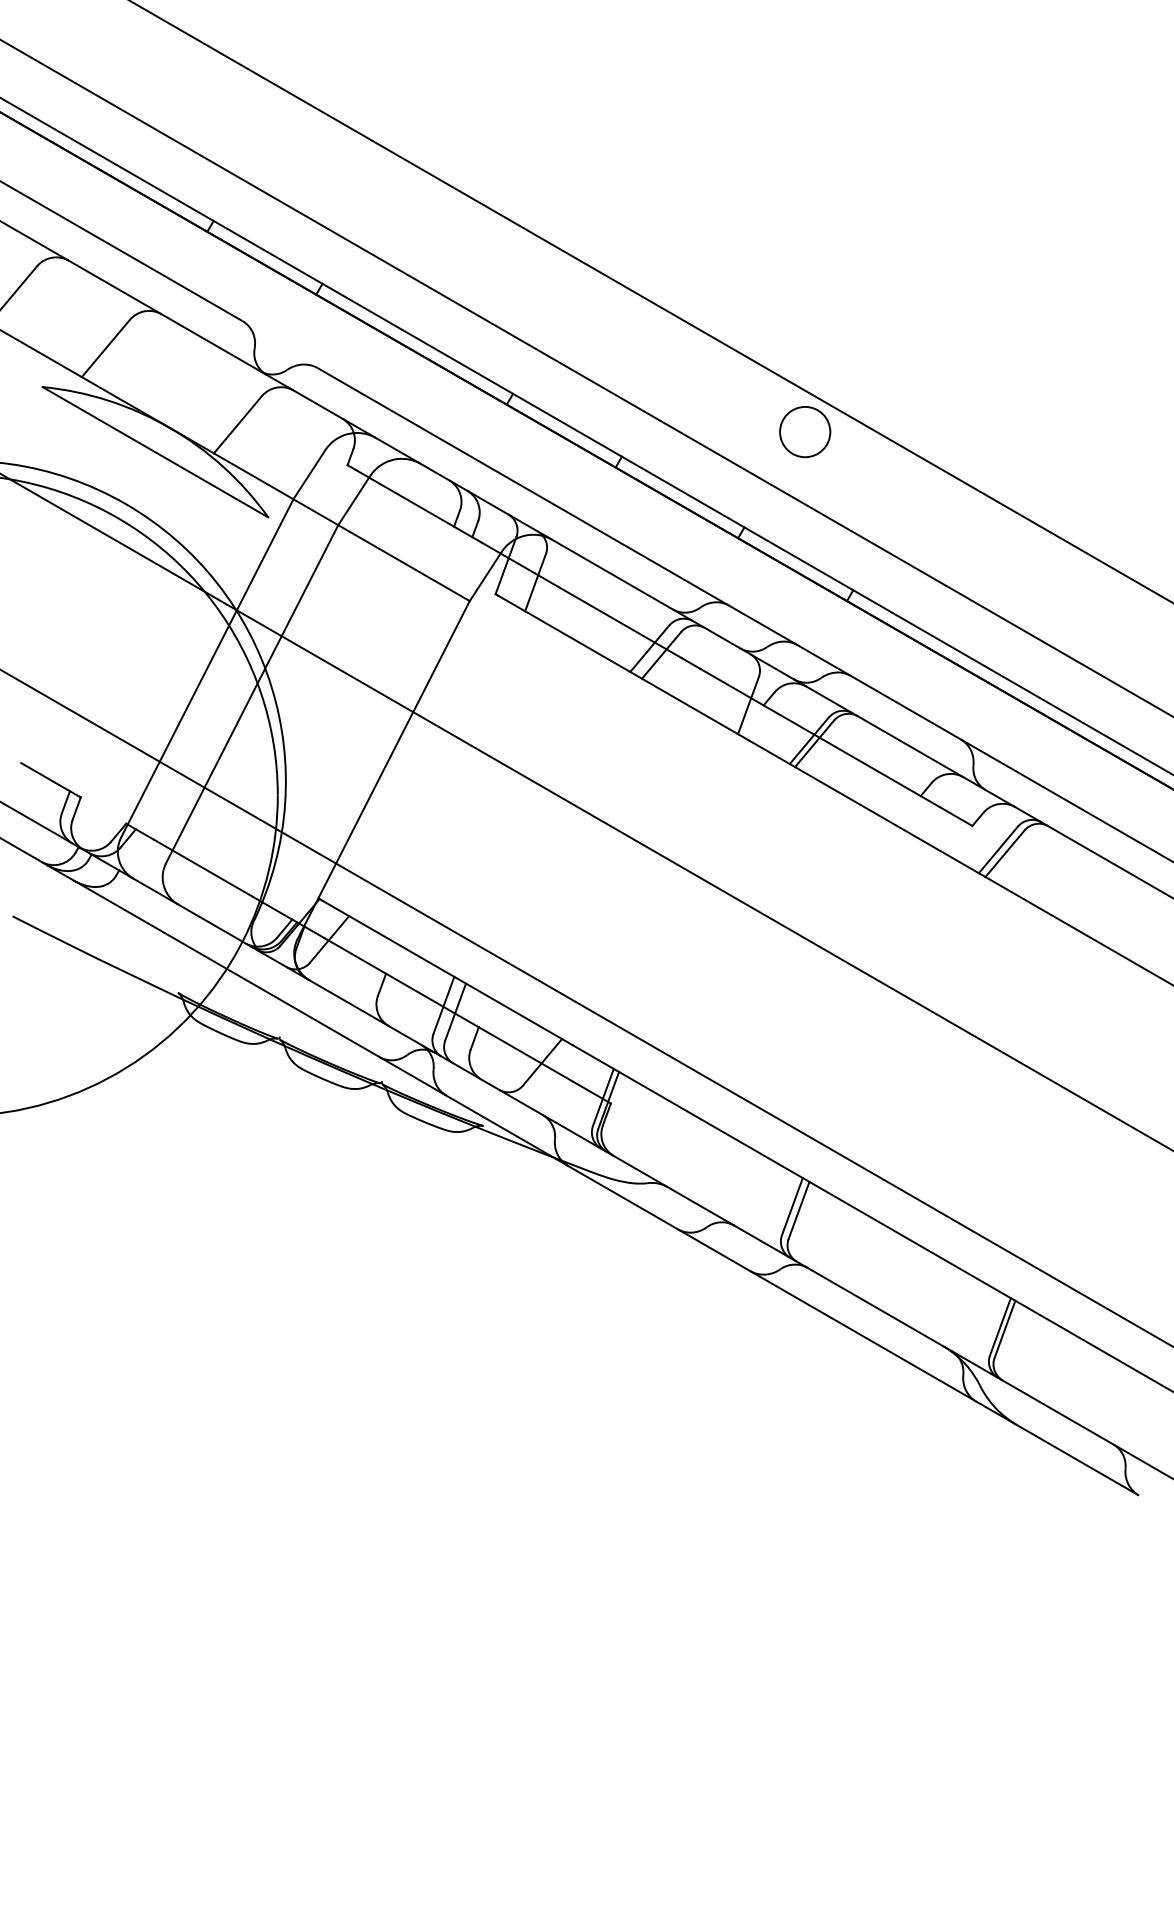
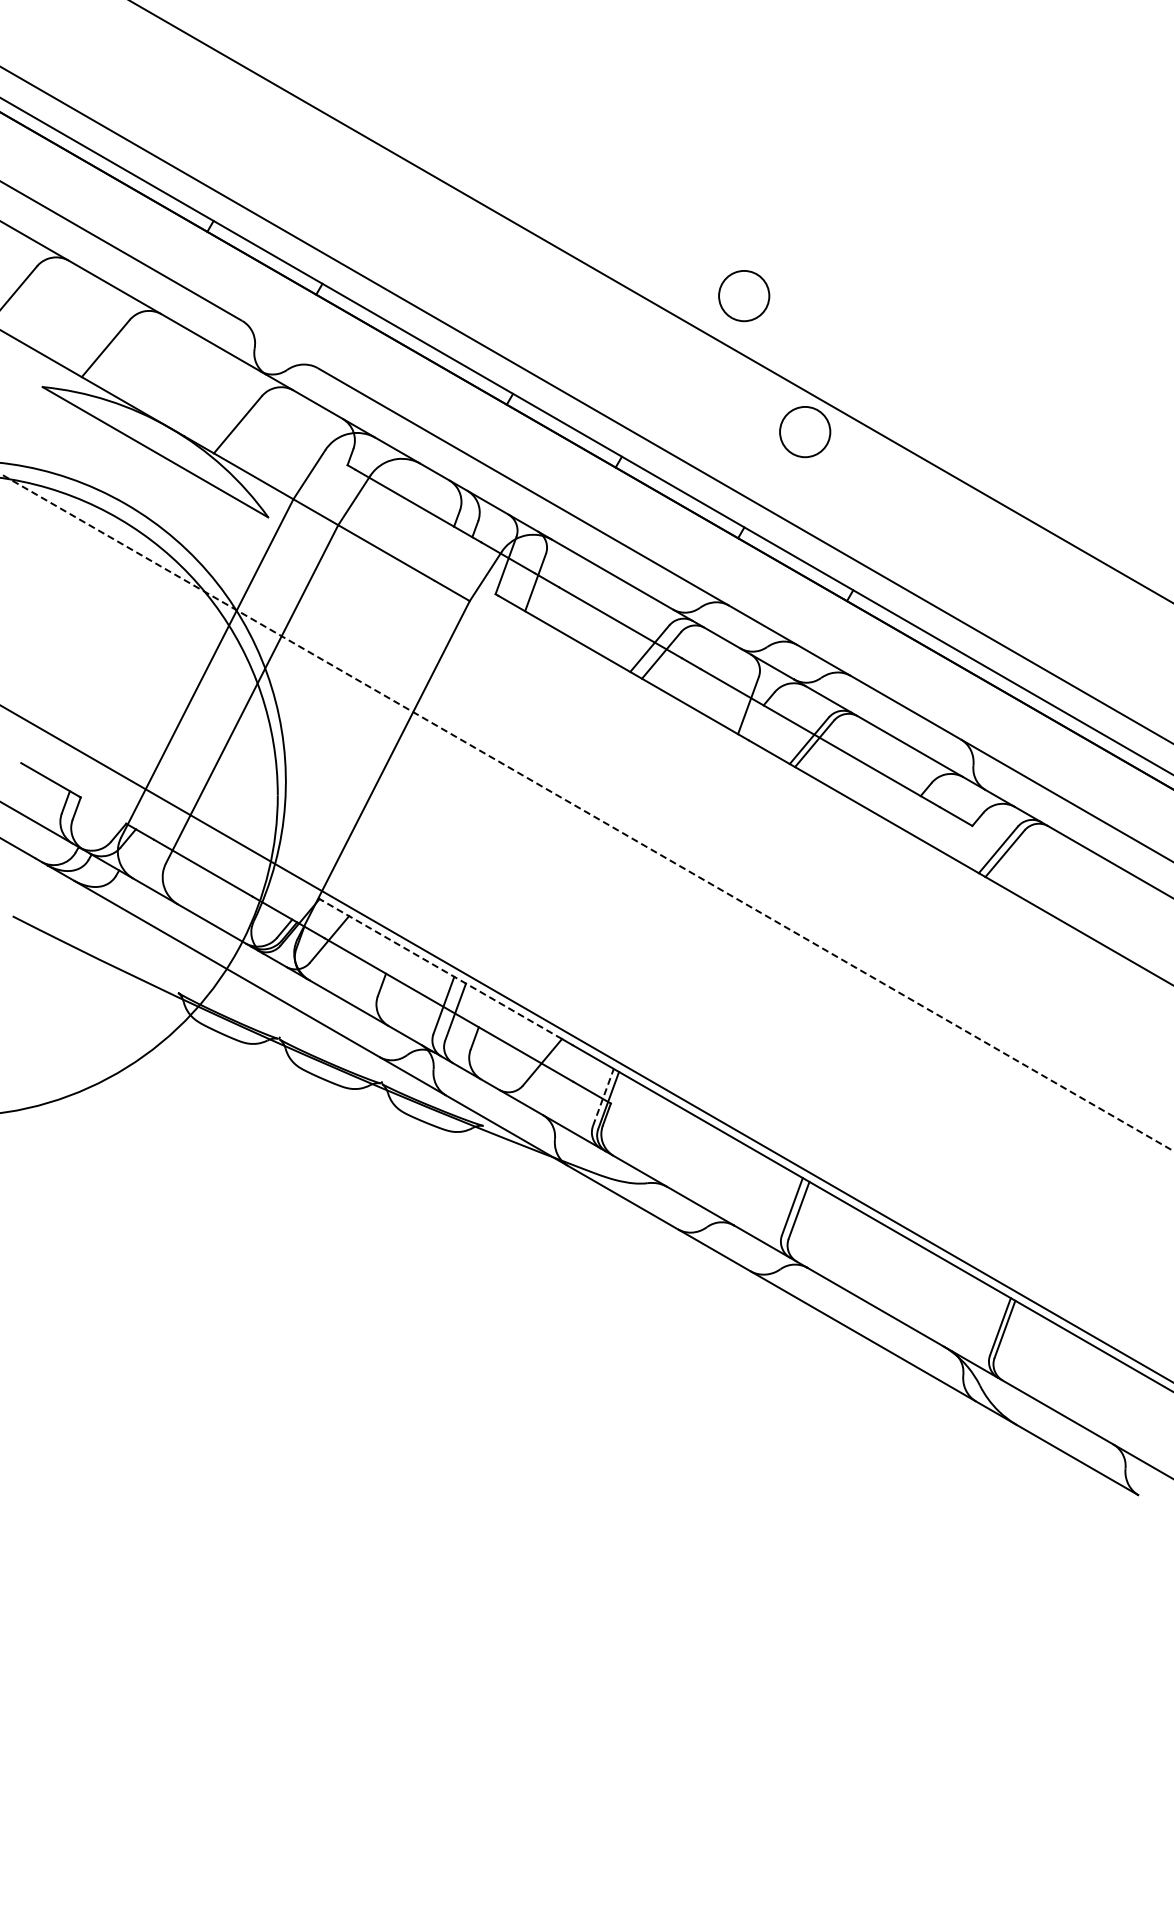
circle at (744, 296): none -> present
line at (586, 377) position: (586, 377) -> (586, 404)
line at (587, 812): solid -> dashed
line at (441, 969): solid -> dashed
line at (586, 1007) position: (586, 1007) -> (586, 1043)
line at (603, 1097): solid -> dashed
